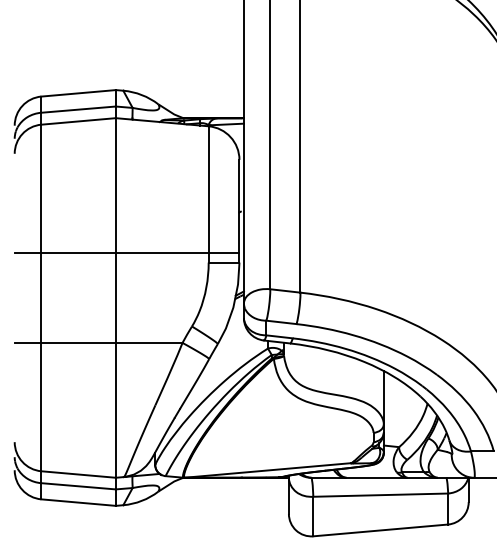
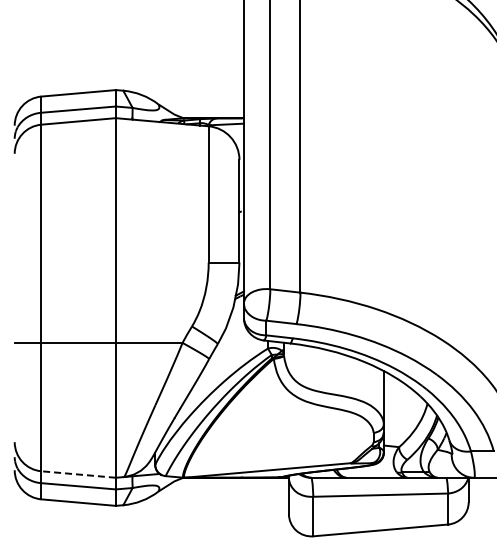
line at (126, 253): present -> none
line at (78, 474): solid -> dashed
